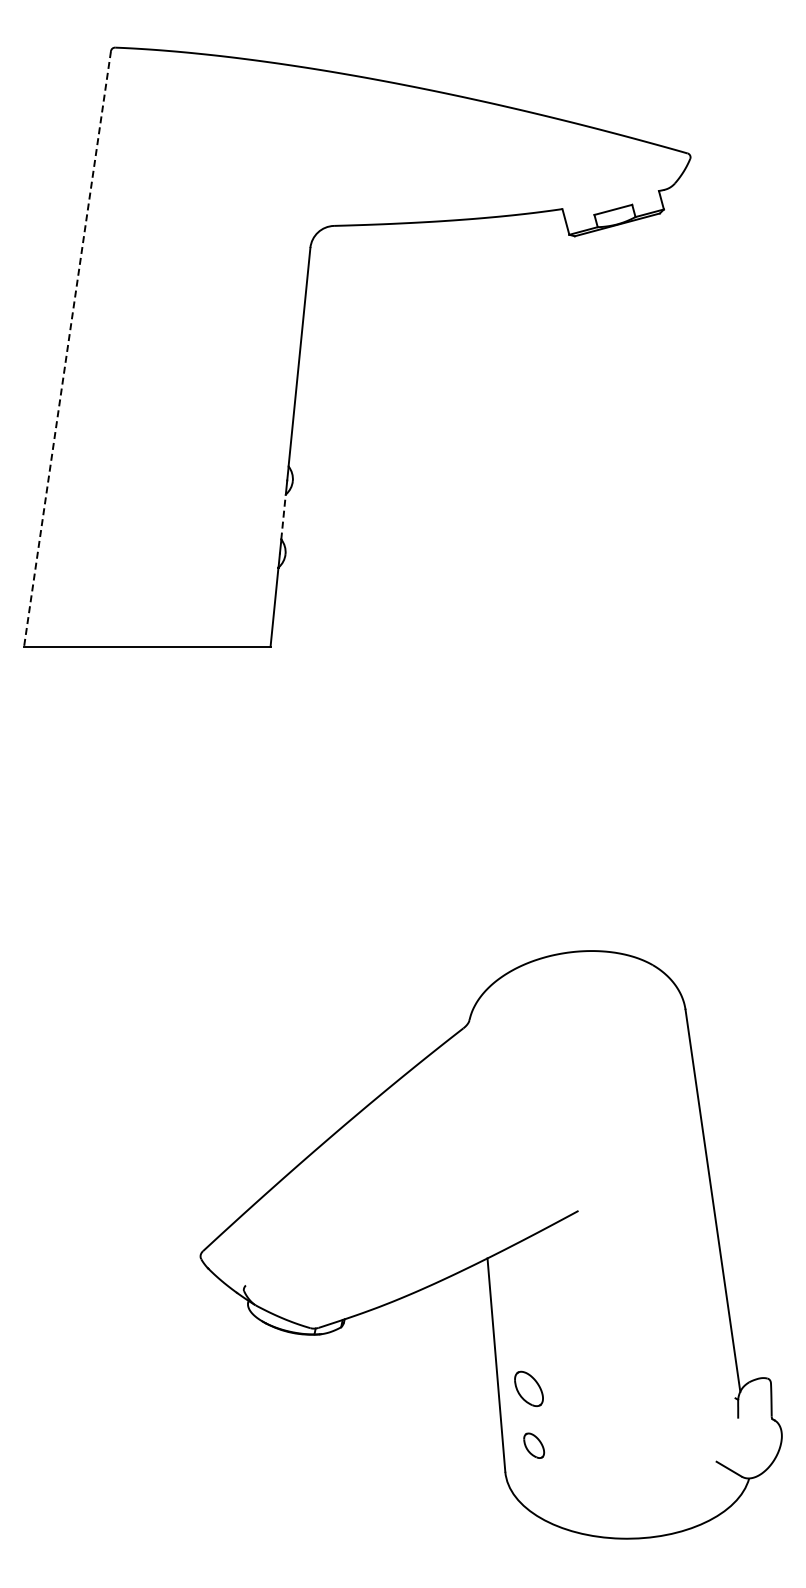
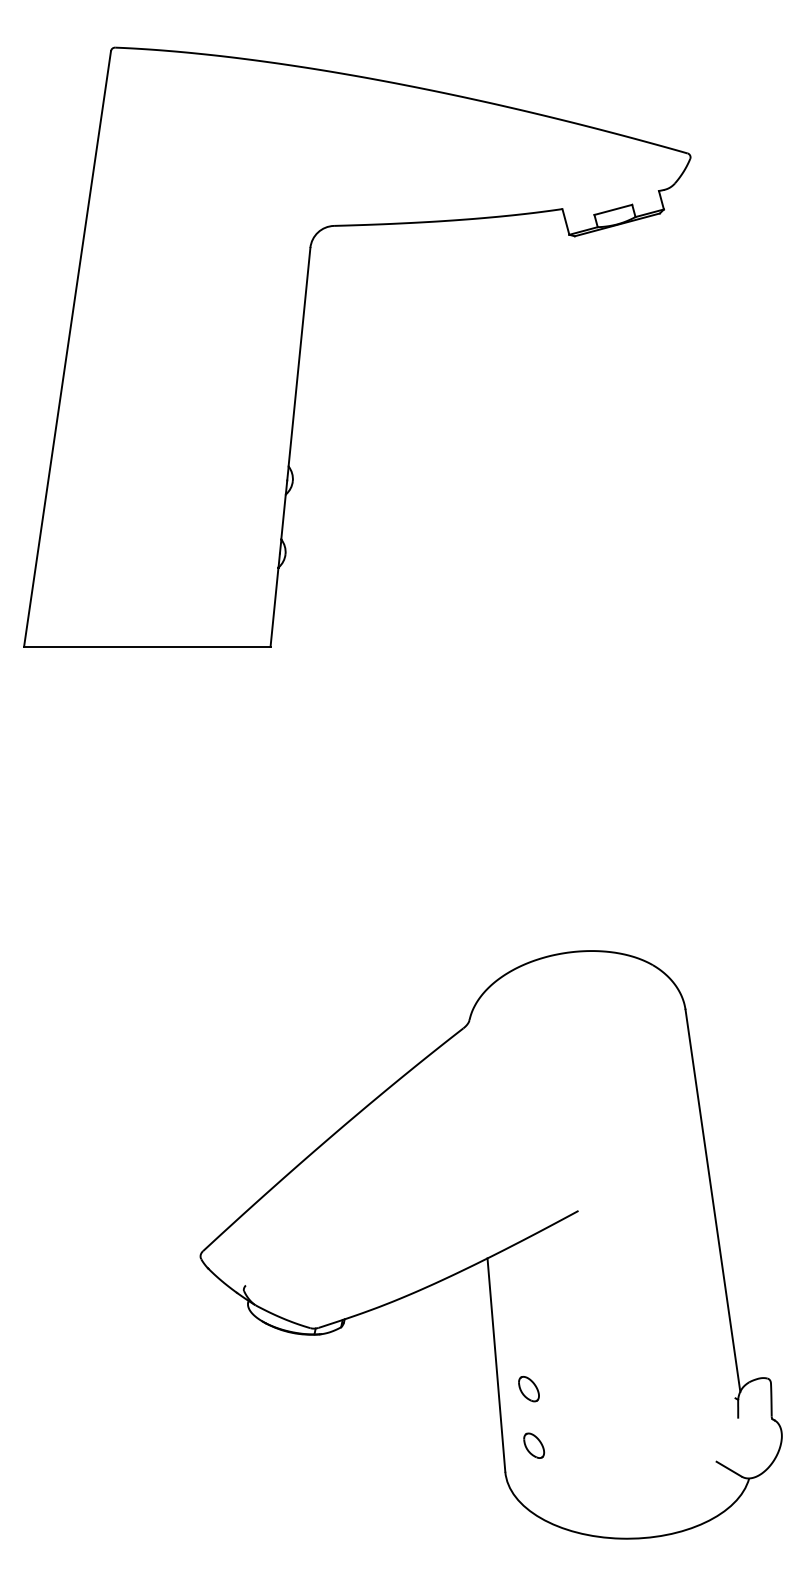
line at (67, 349): dashed -> solid
line at (283, 517): dashed -> solid
part at (528, 1388) size: 30x37 px -> 22x27 px
